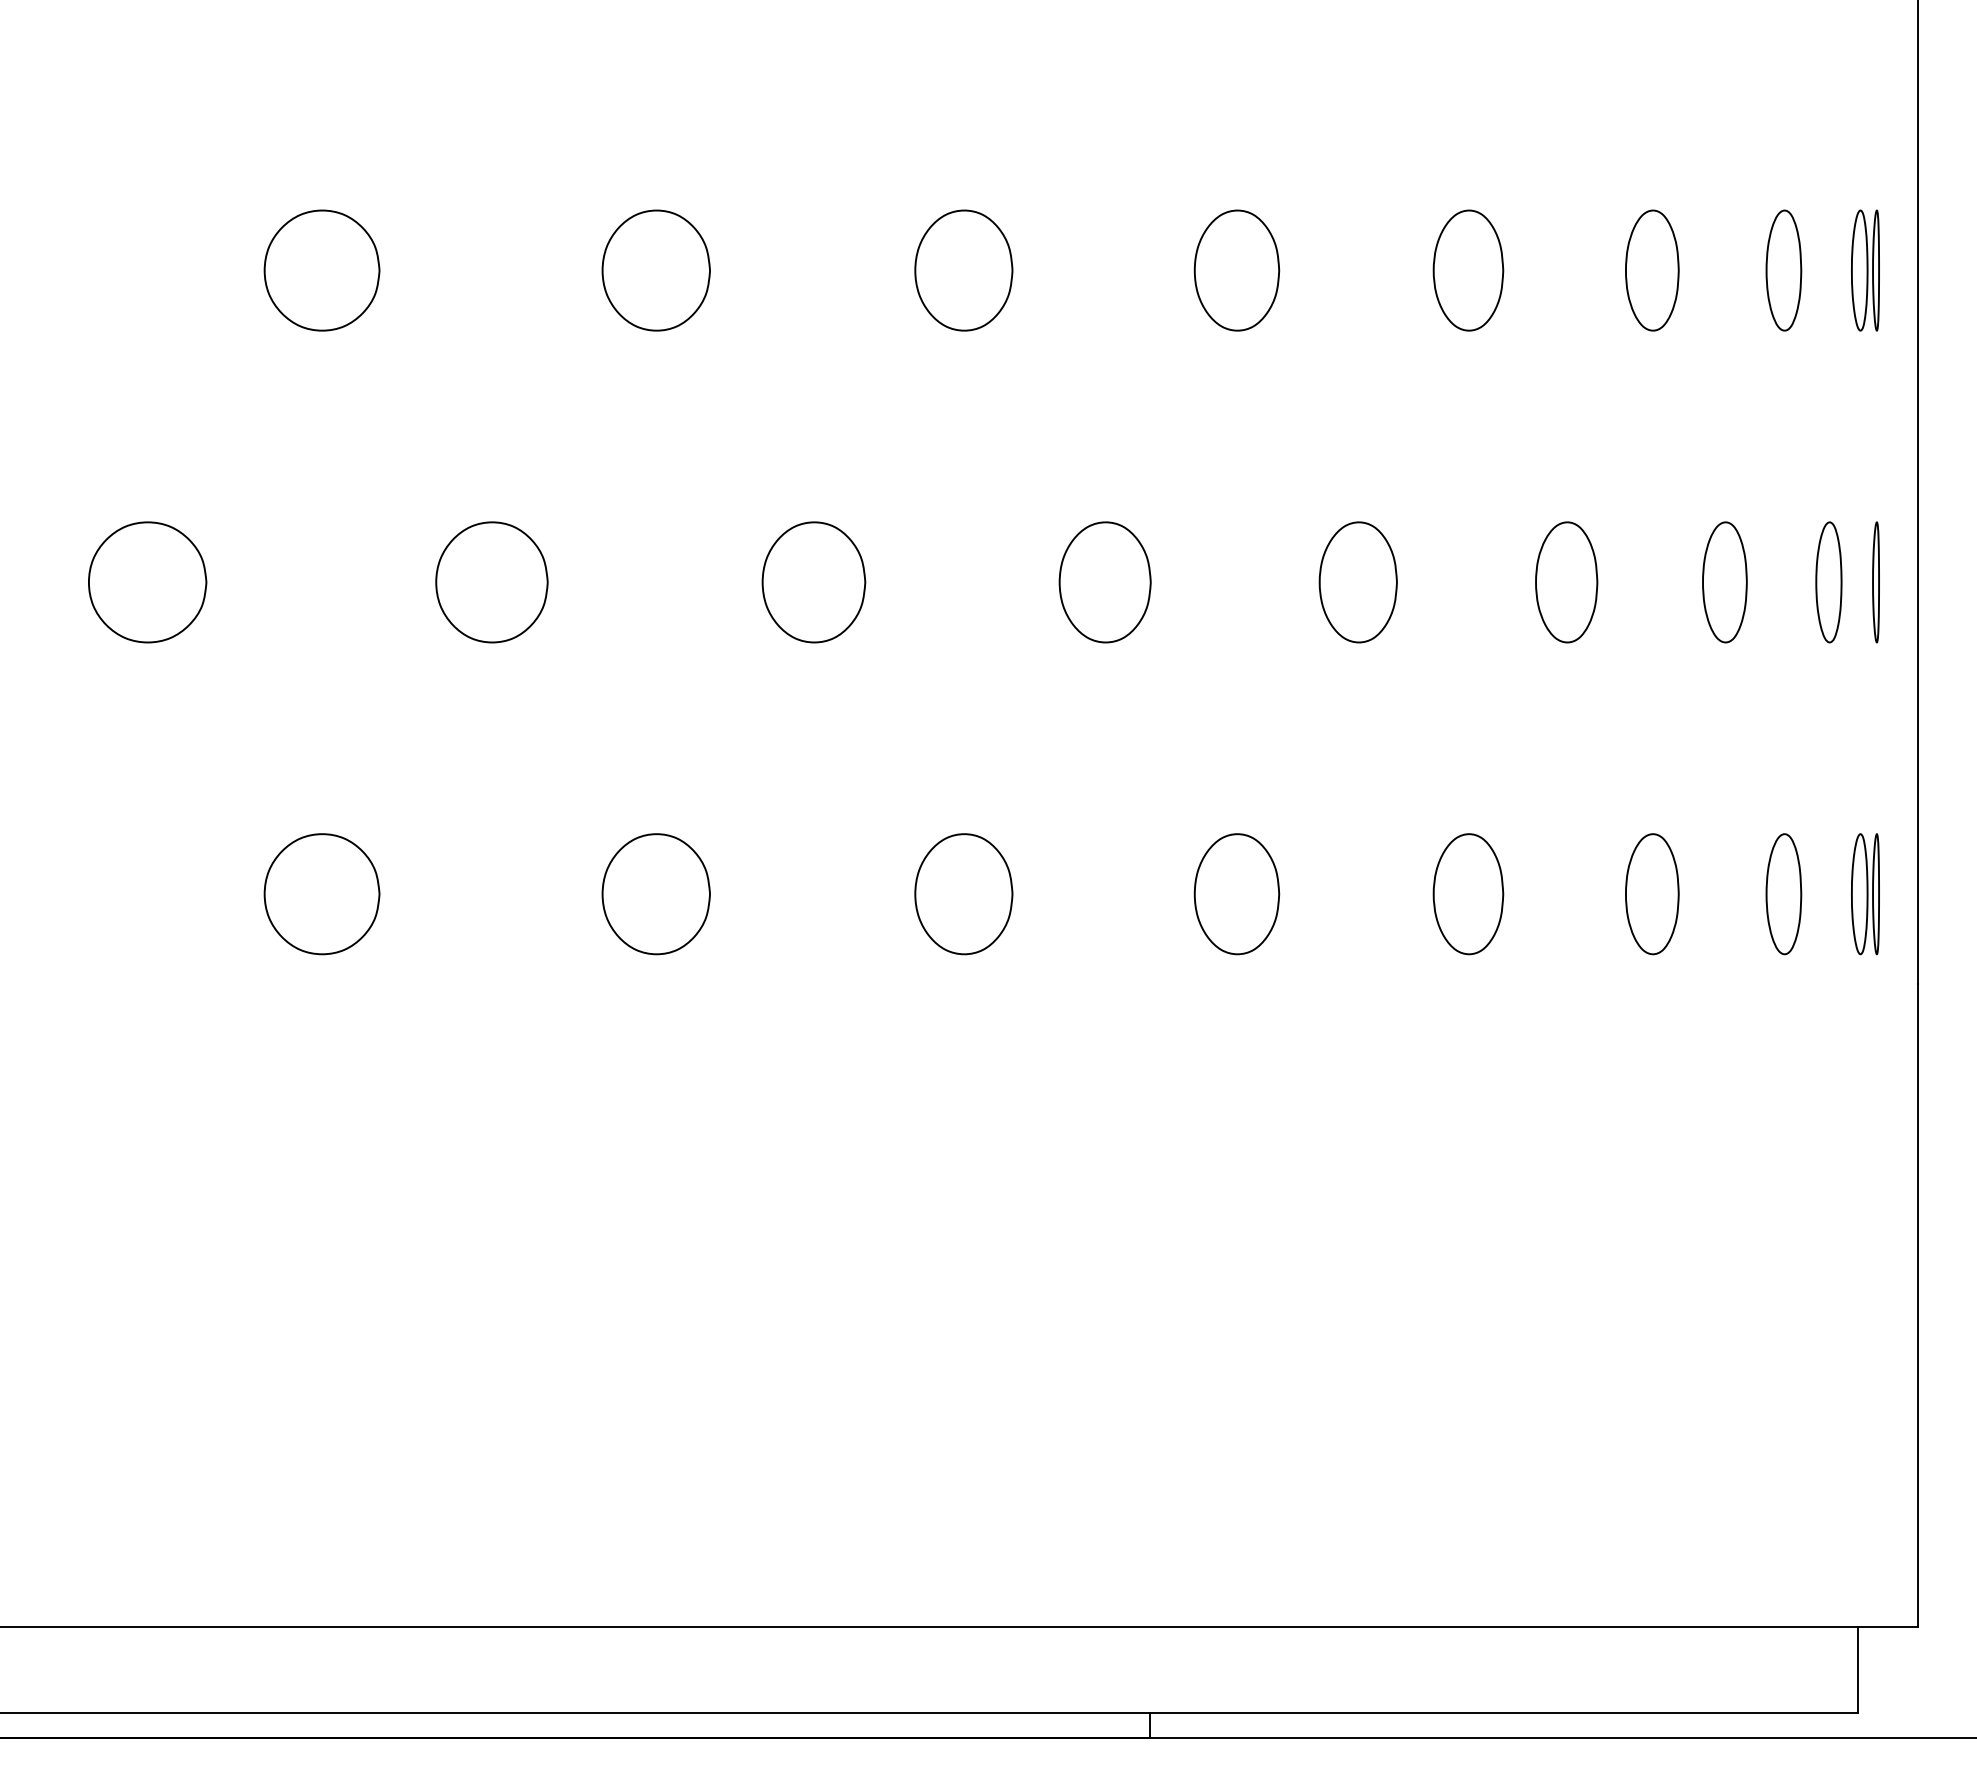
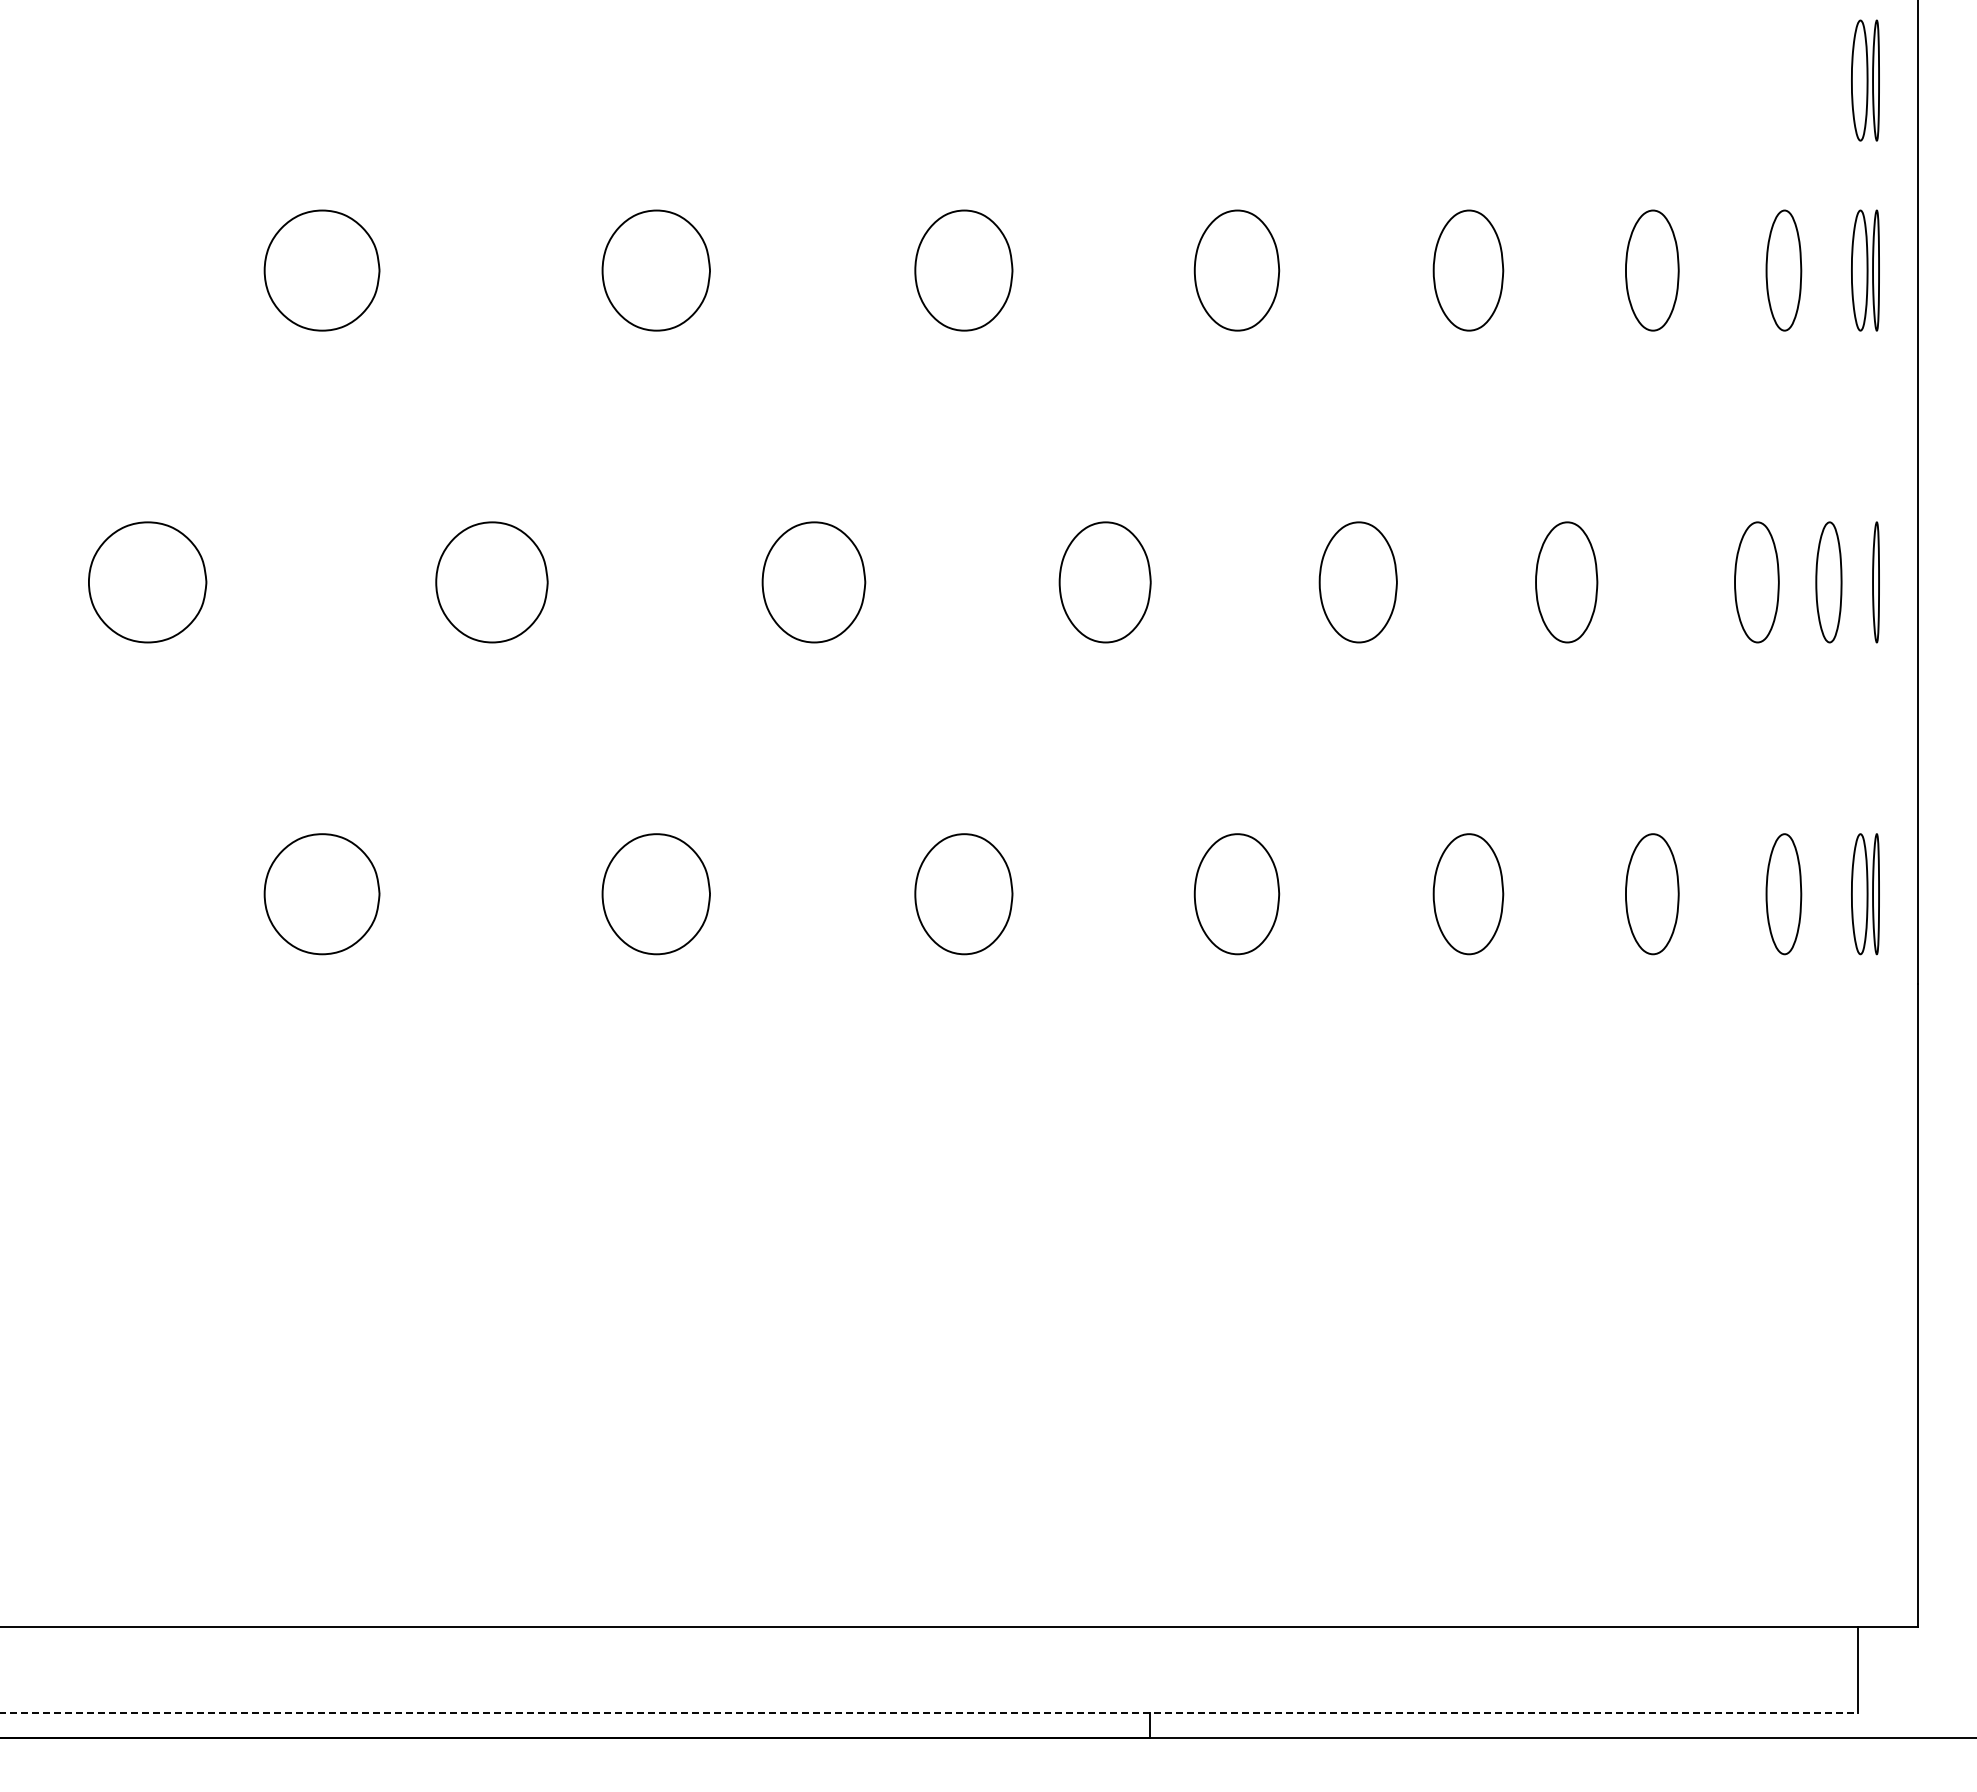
part at (1865, 80): none -> present
part at (1724, 582) position: (1724, 582) -> (1756, 582)
line at (928, 1712): solid -> dashed
